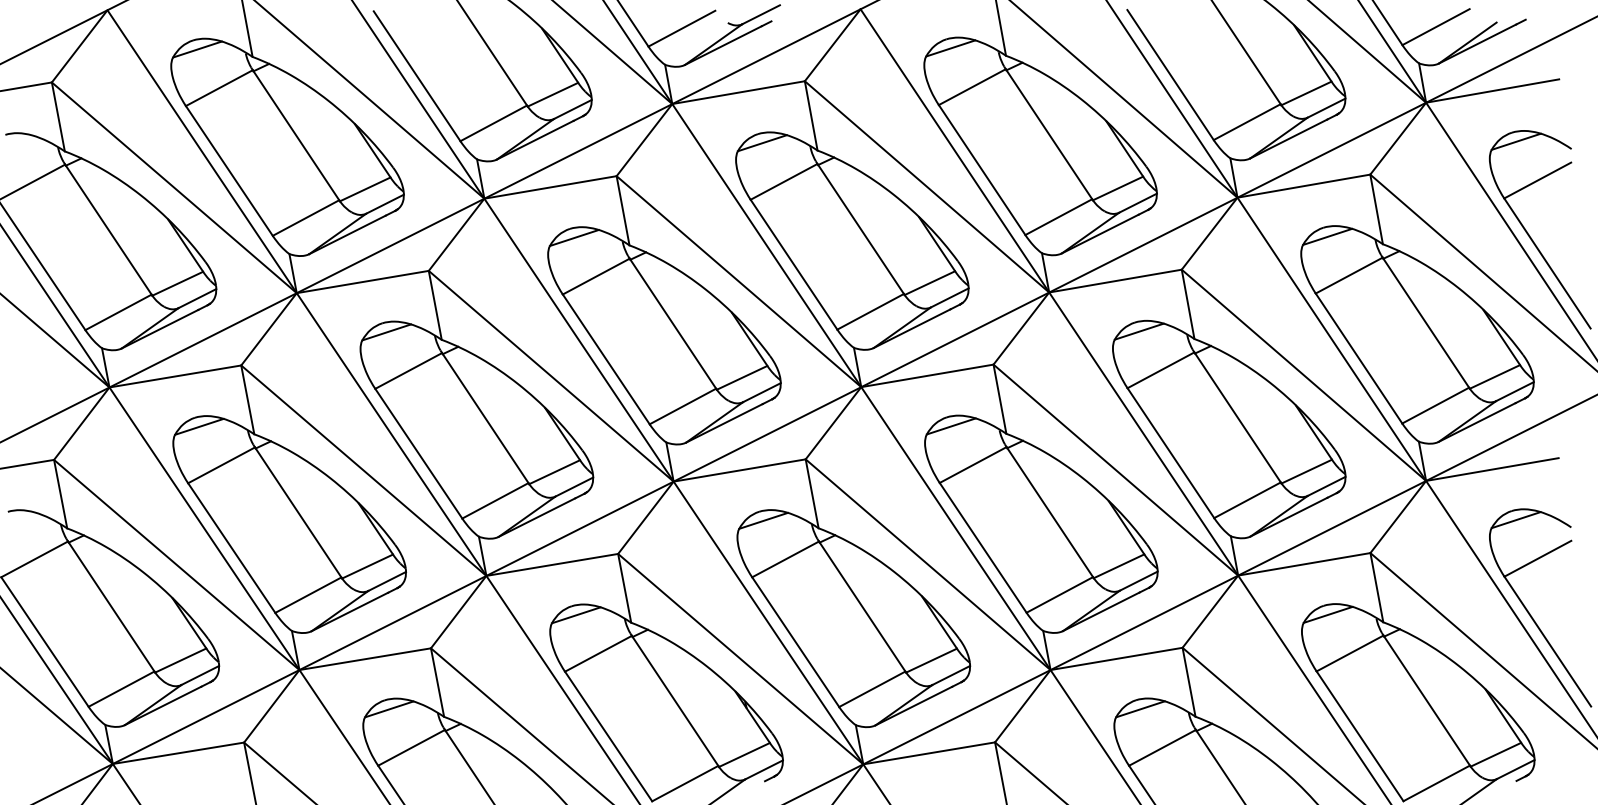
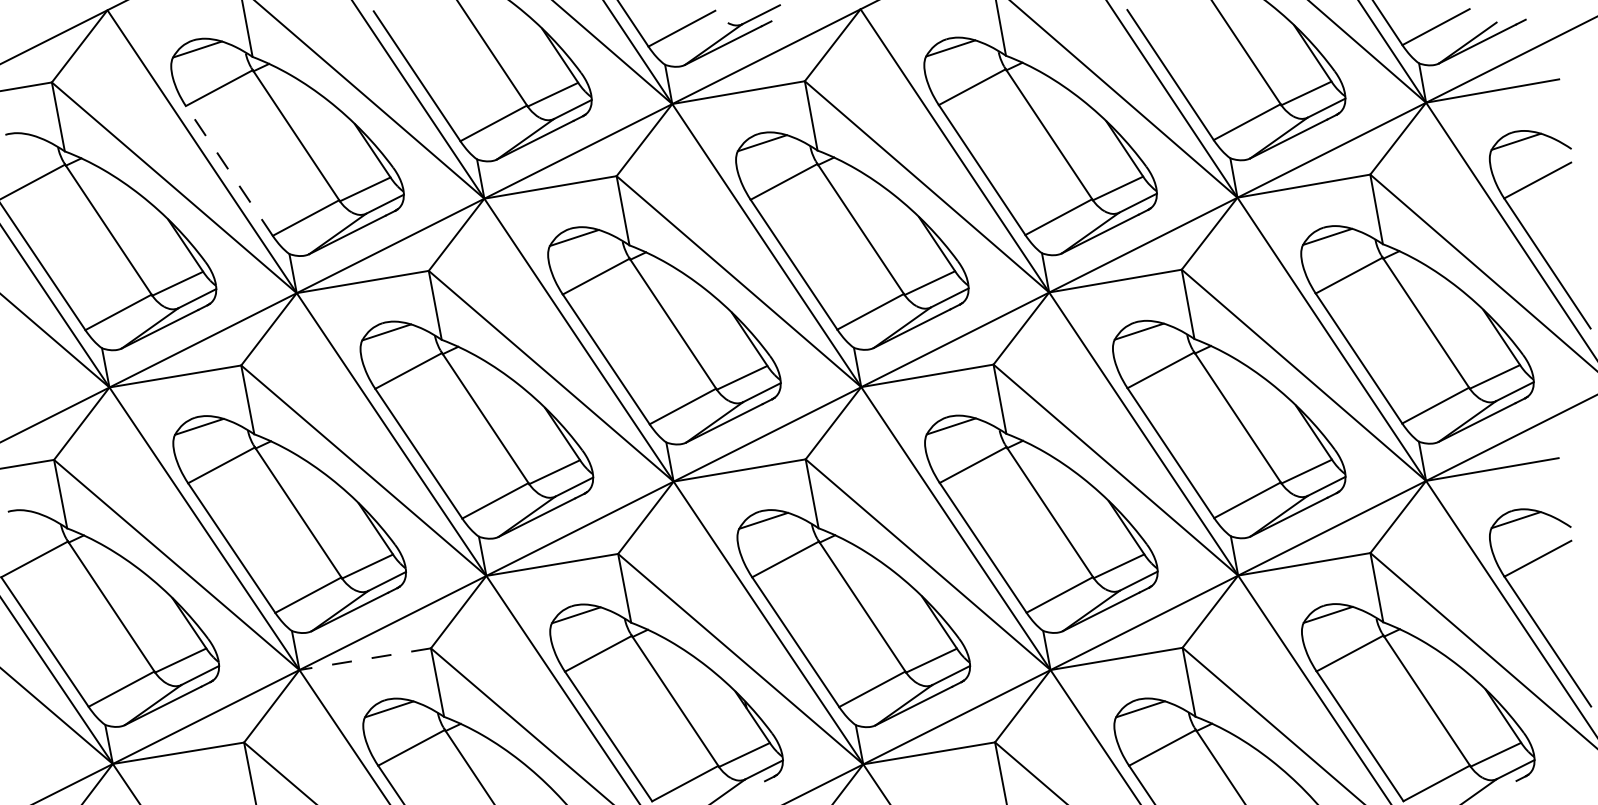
line at (229, 170): solid -> dashed
line at (365, 659): solid -> dashed
